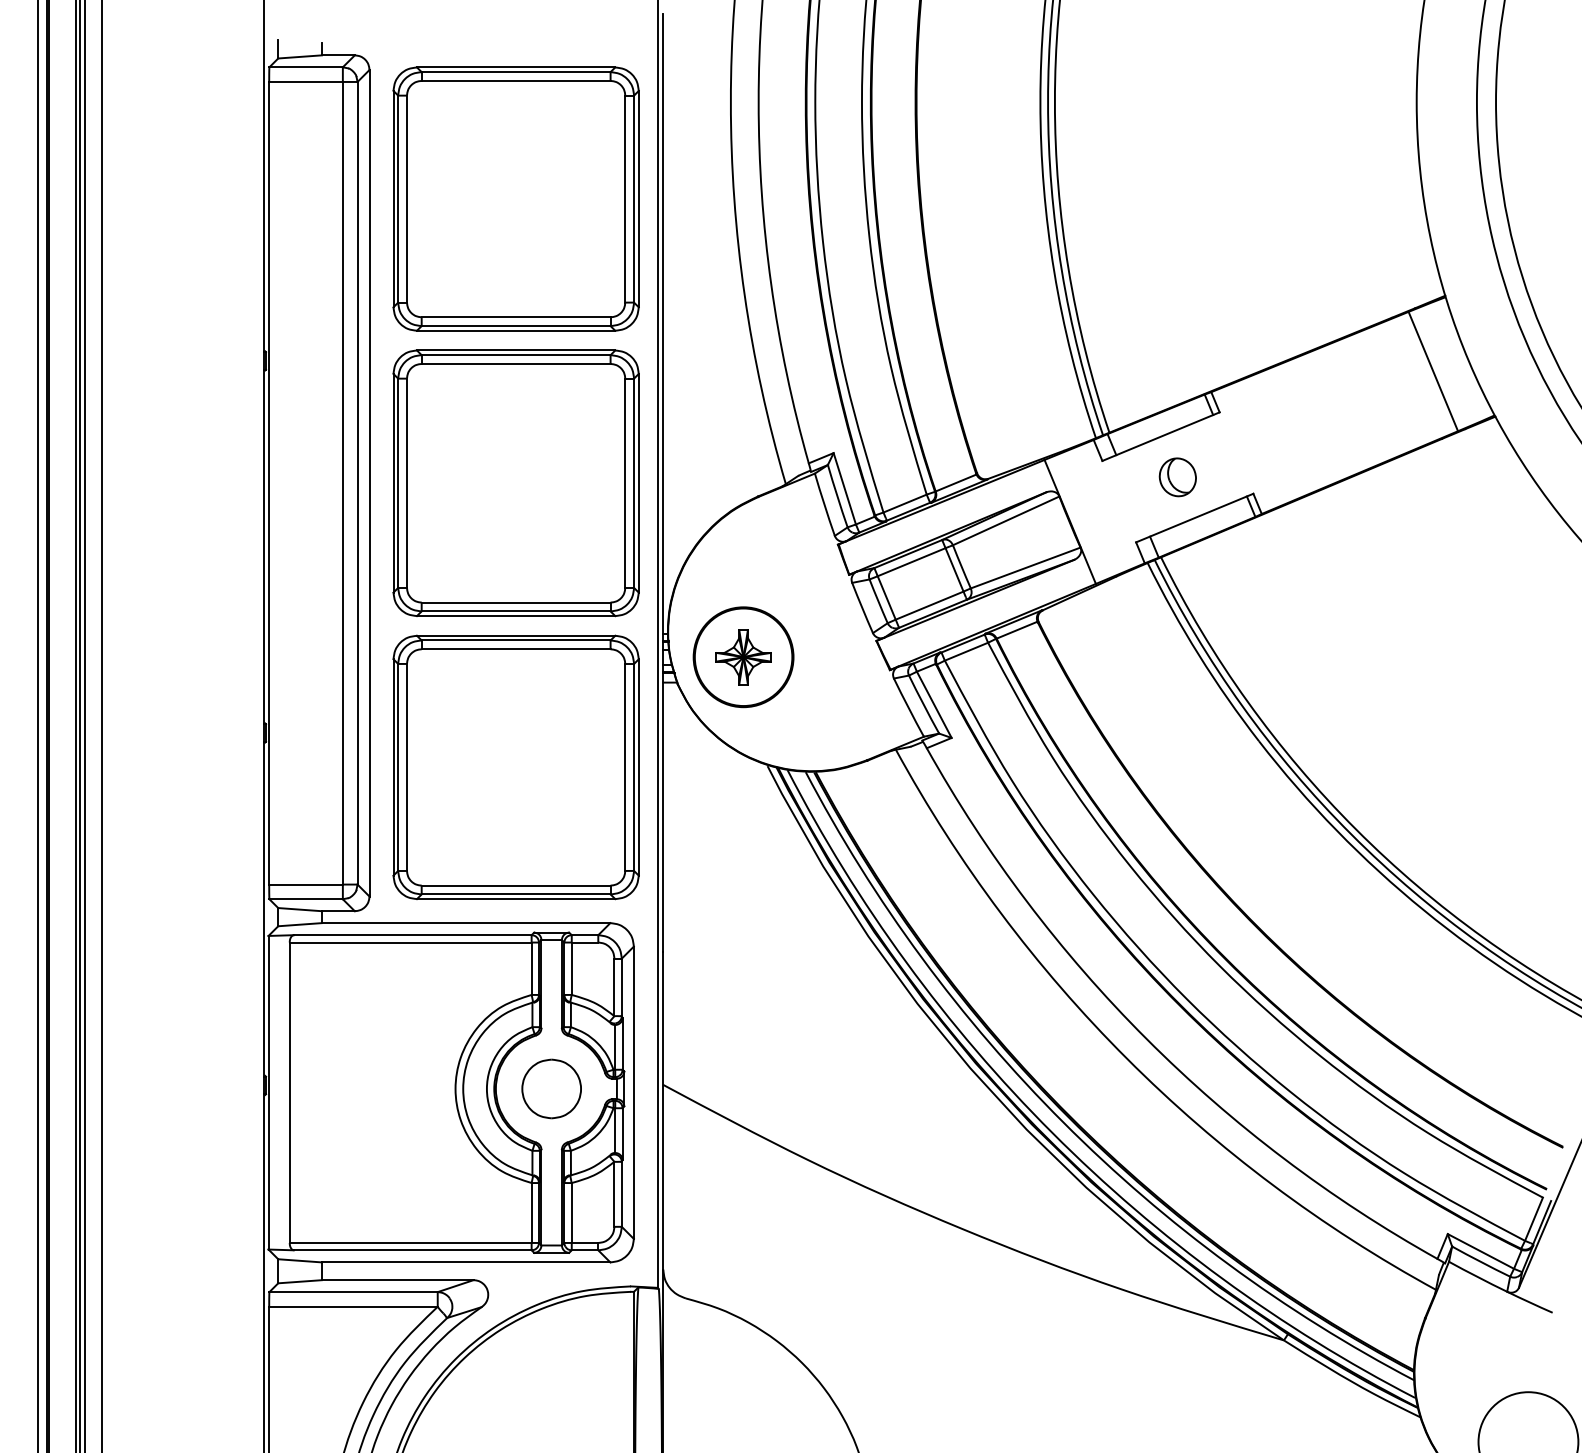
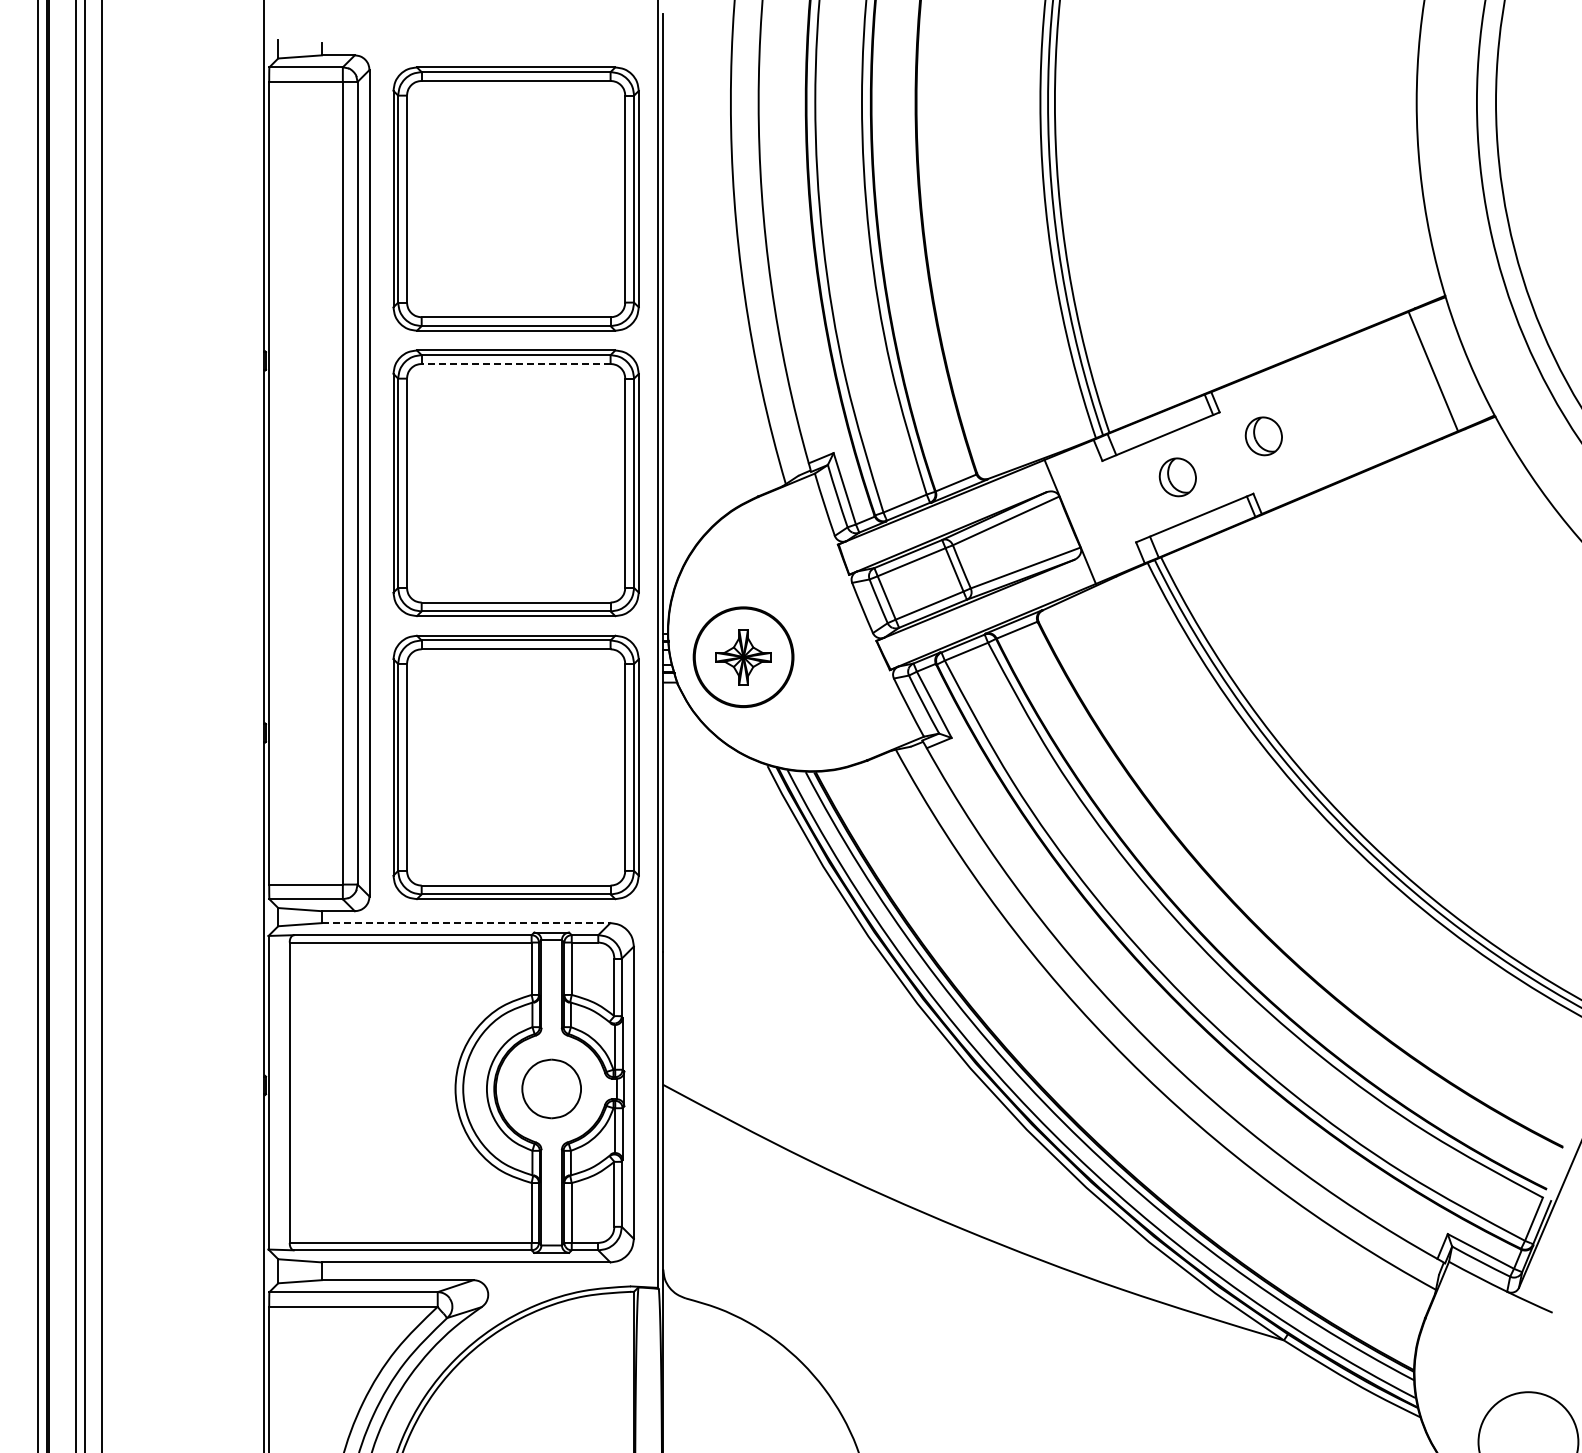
line at (515, 363): solid -> dashed
part at (1263, 436): none -> present
line at (80, 725): present -> none
line at (466, 923): solid -> dashed
